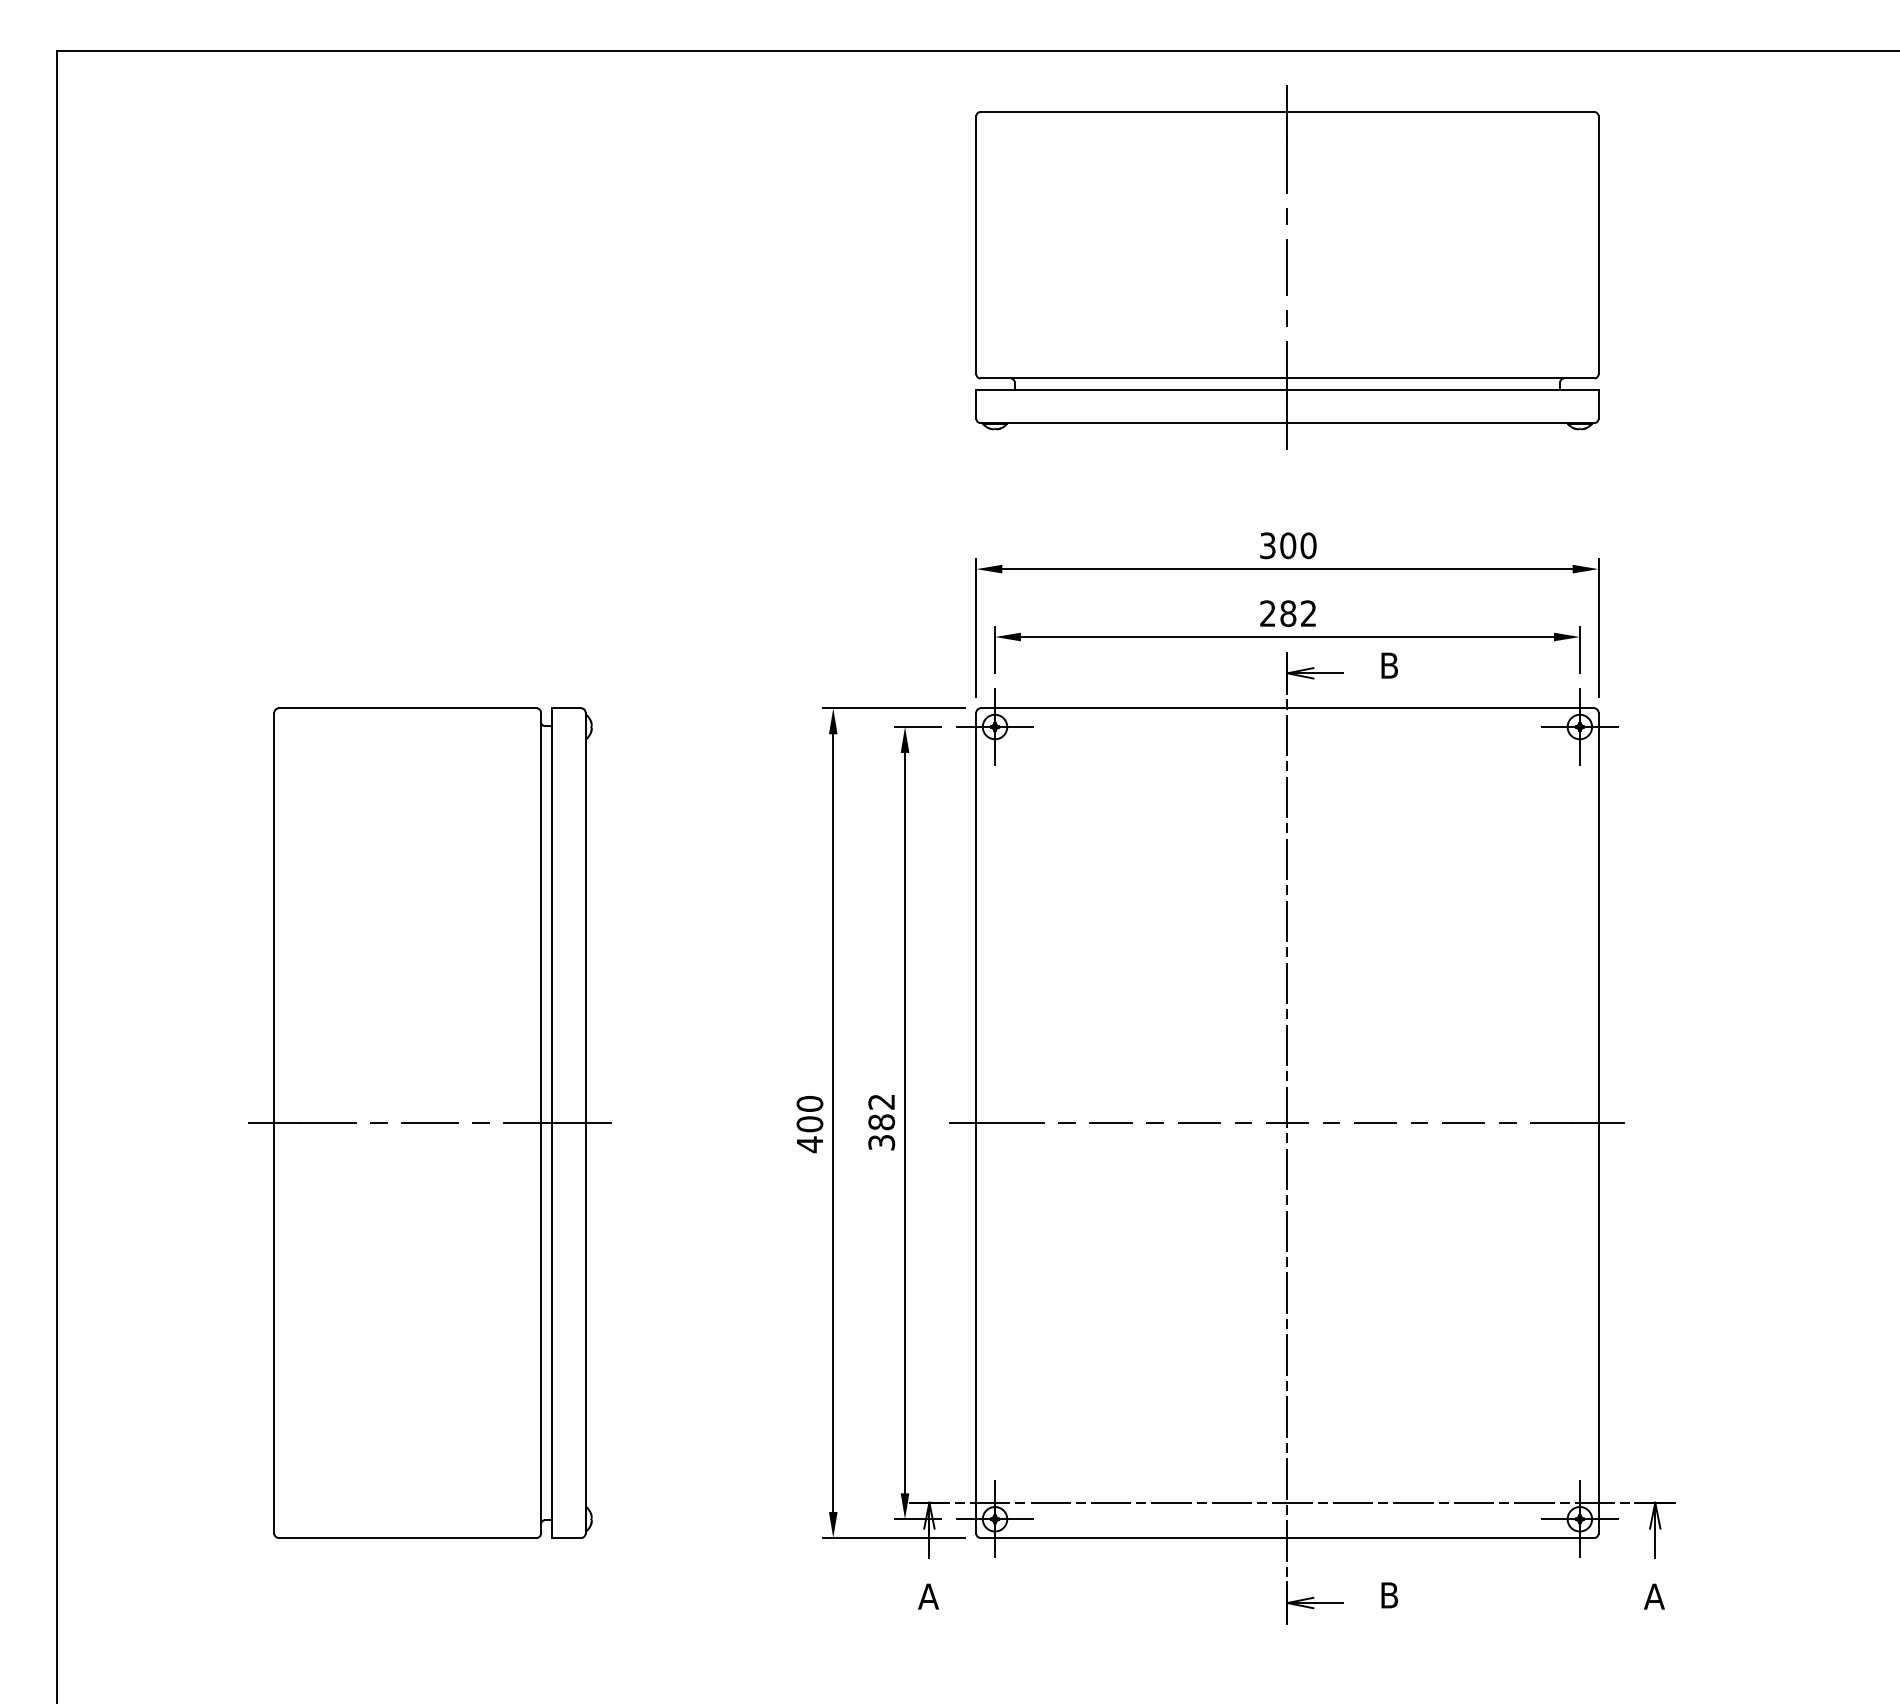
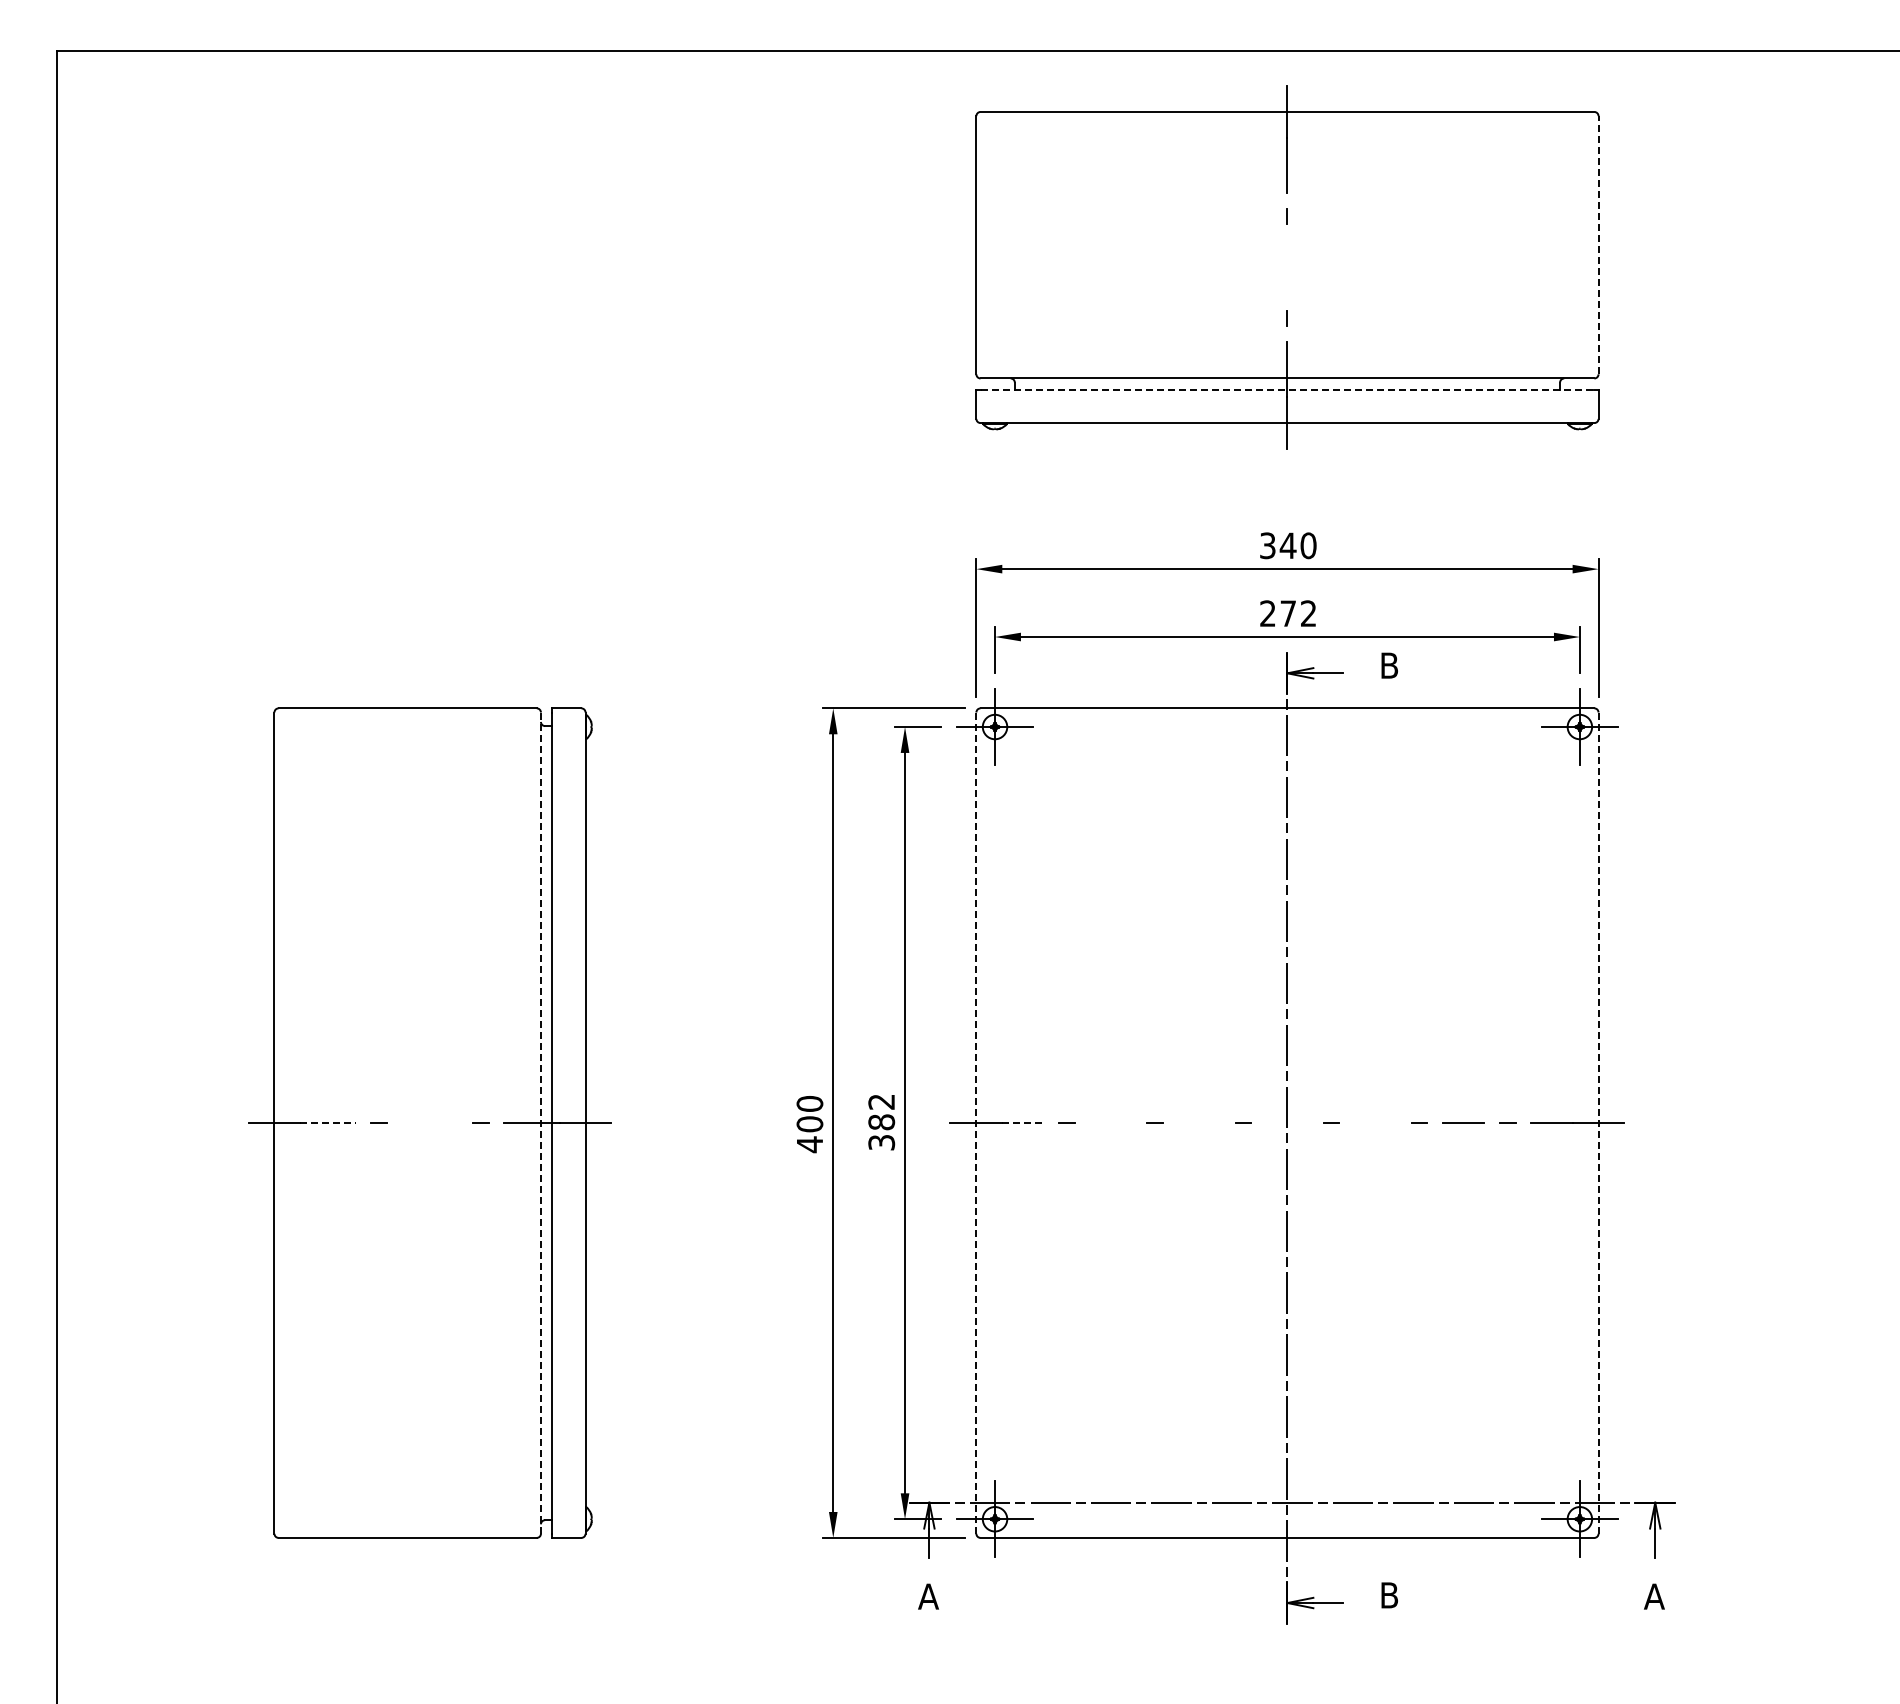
line at (1598, 244): solid -> dashed
line at (1287, 267): present -> none
line at (1287, 389): solid -> dashed
text at (1287, 545): 300 -> 340
text at (1288, 613): 282 -> 272
line at (328, 1123): solid -> dashed
line at (429, 1123): present -> none
line at (540, 1123): solid -> dashed
line at (976, 1123): solid -> dashed
line at (1023, 1123): solid -> dashed
line at (1110, 1123): present -> none
line at (1199, 1123): present -> none
line at (1287, 1123): present -> none
line at (1375, 1123): present -> none
line at (1598, 1123): solid -> dashed
